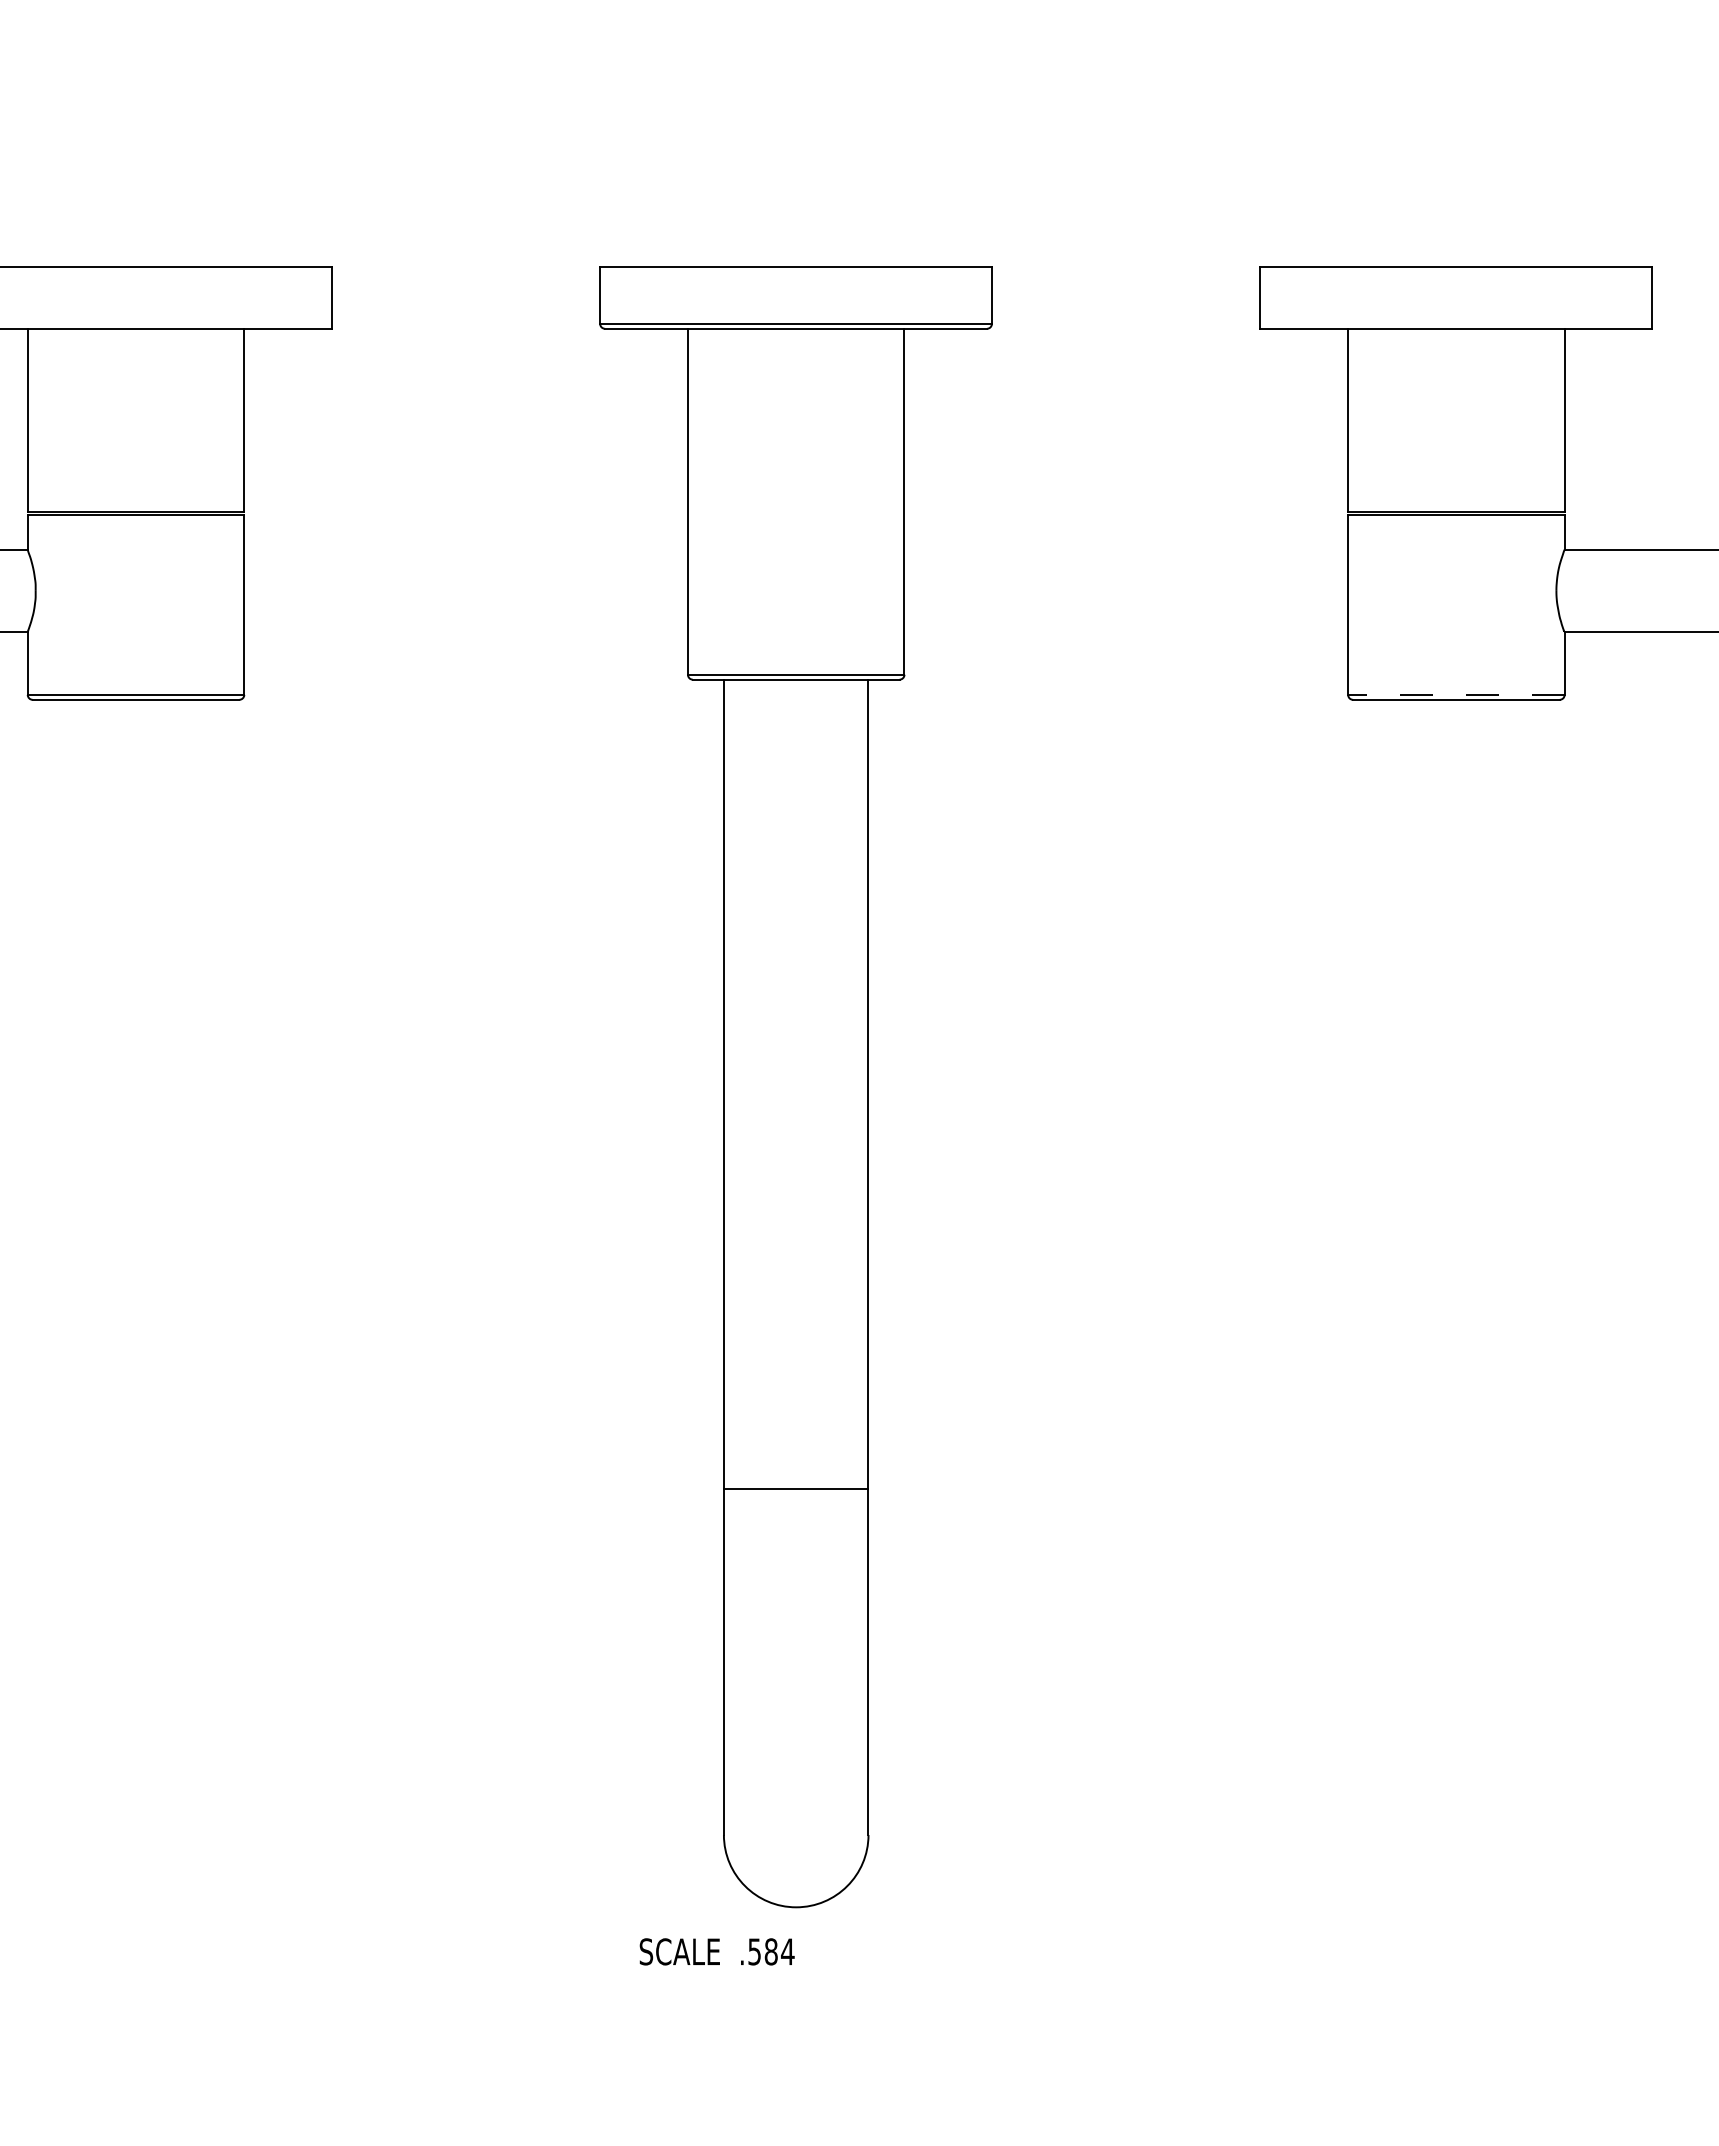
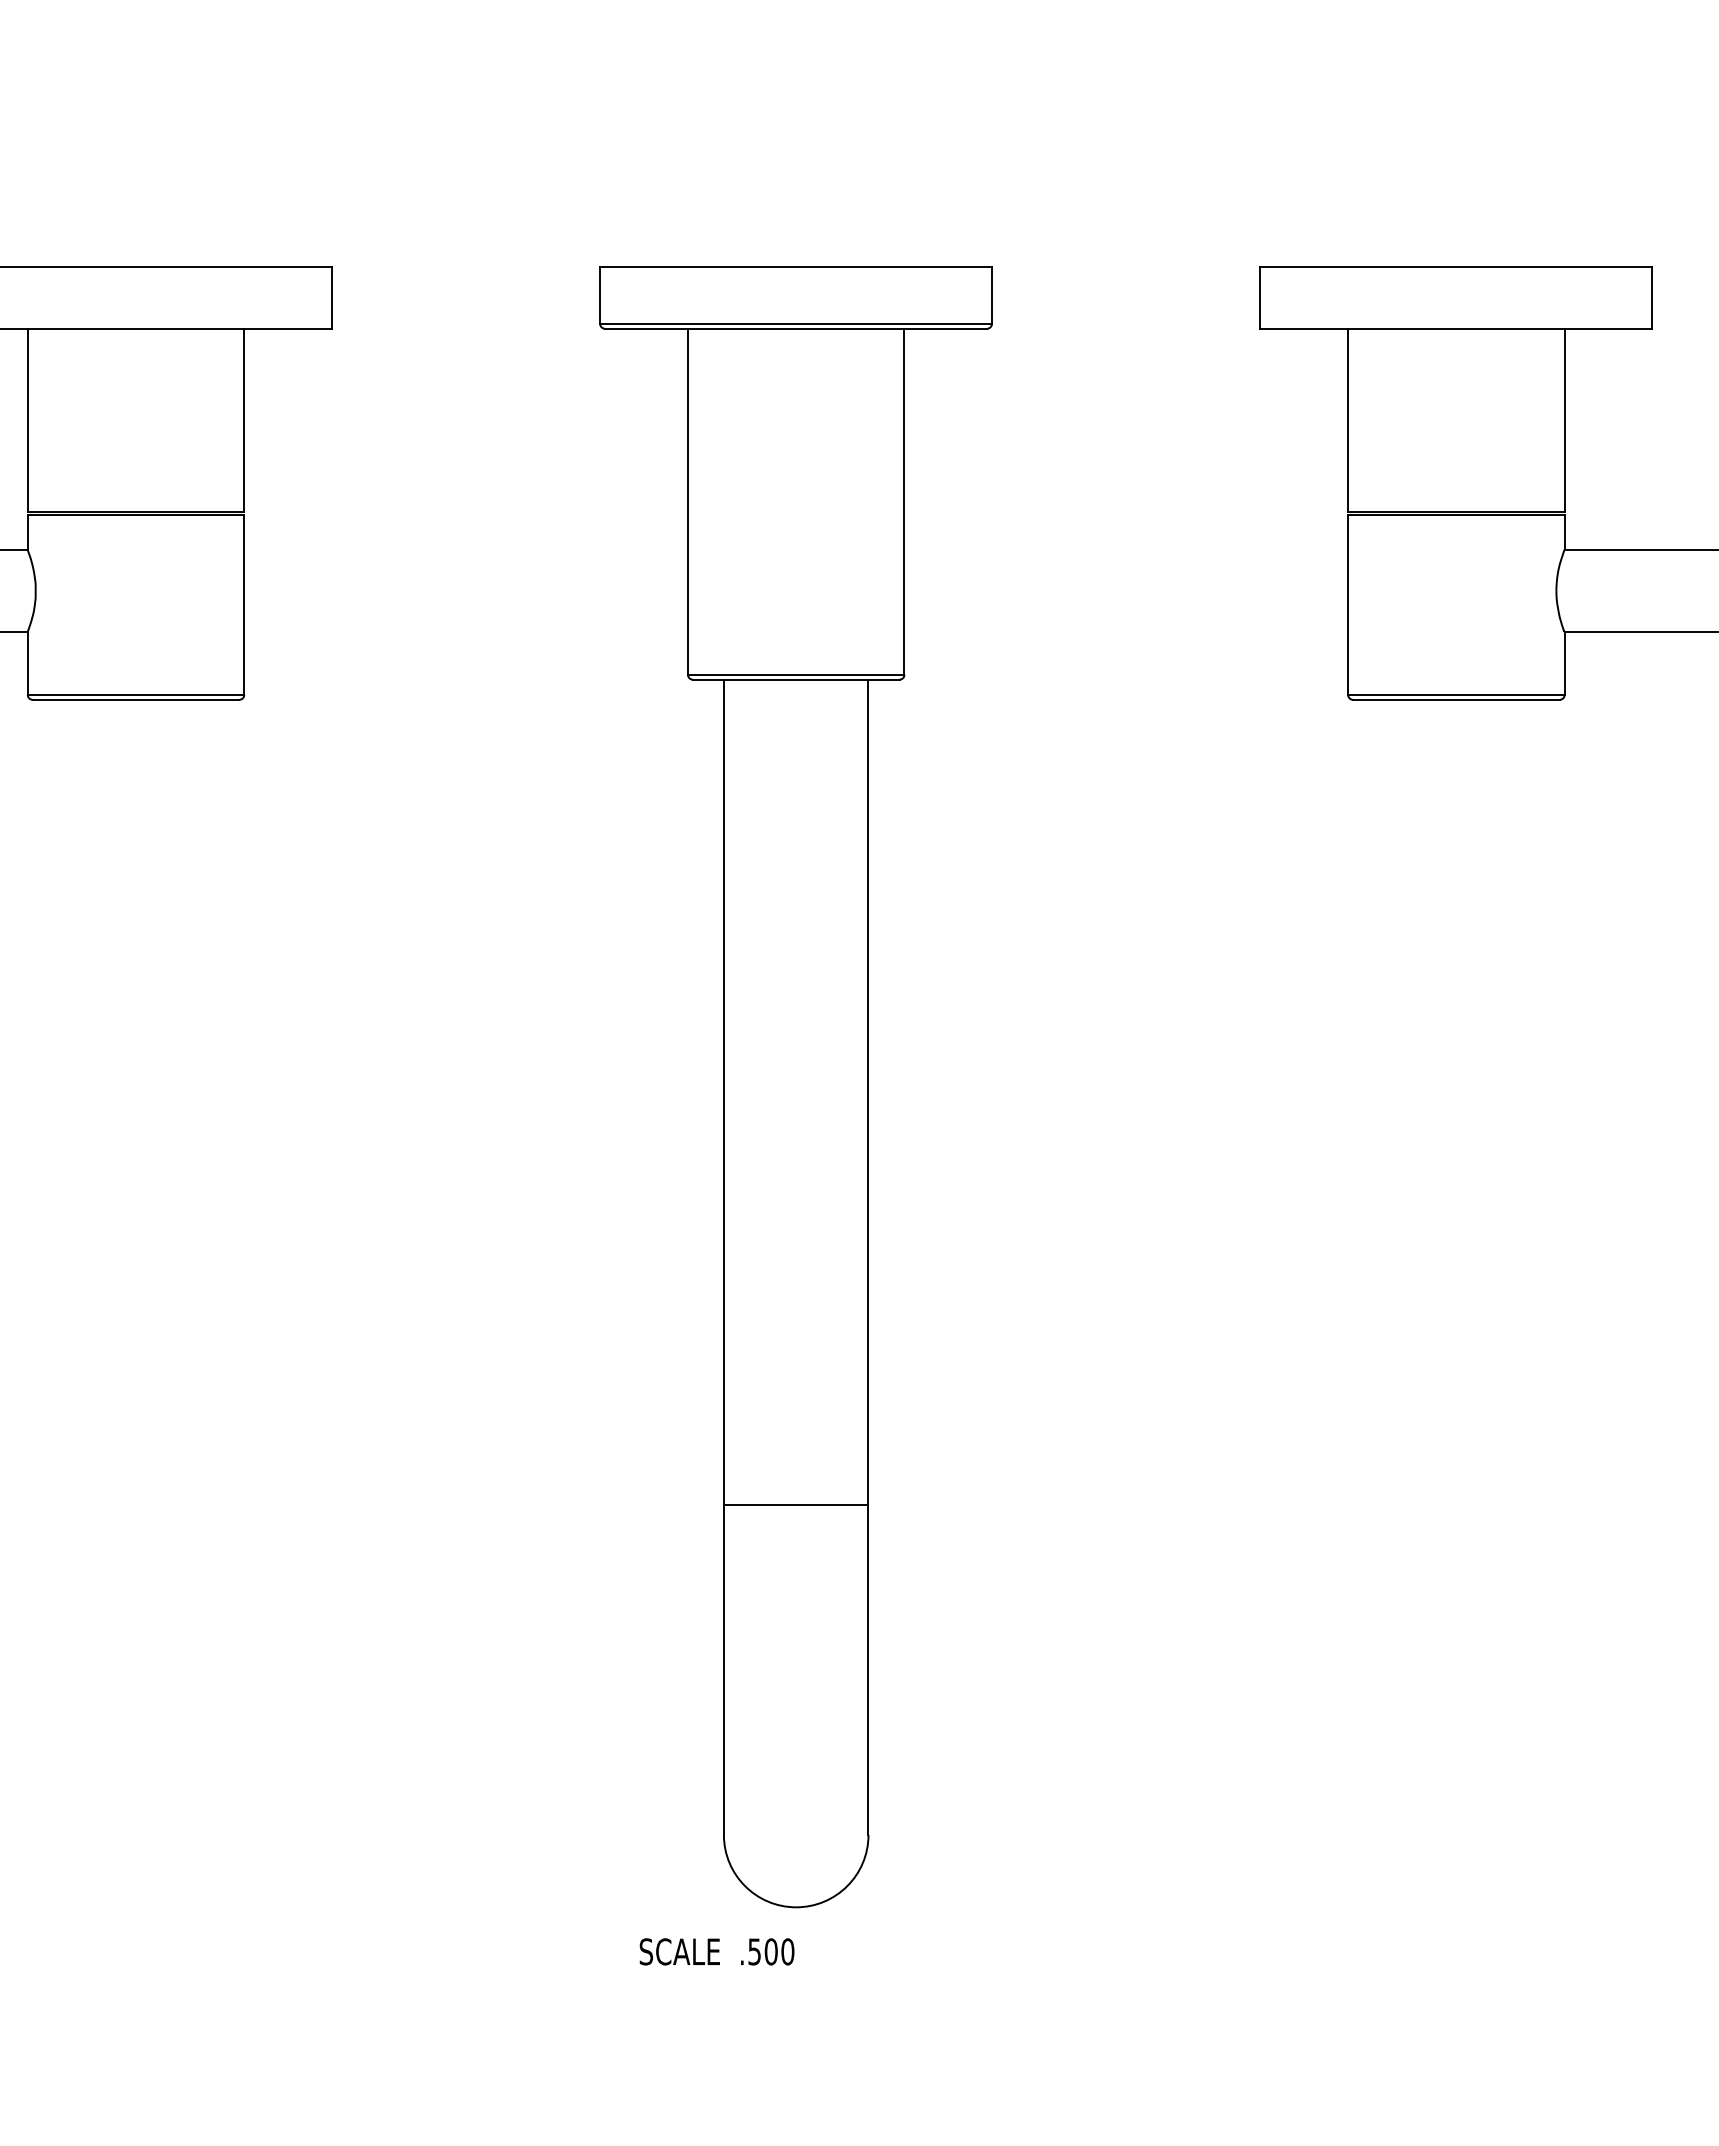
line at (1455, 694): dashed -> solid
line at (795, 1488) position: (795, 1488) -> (795, 1504)
text at (779, 1951): .584 -> .500
